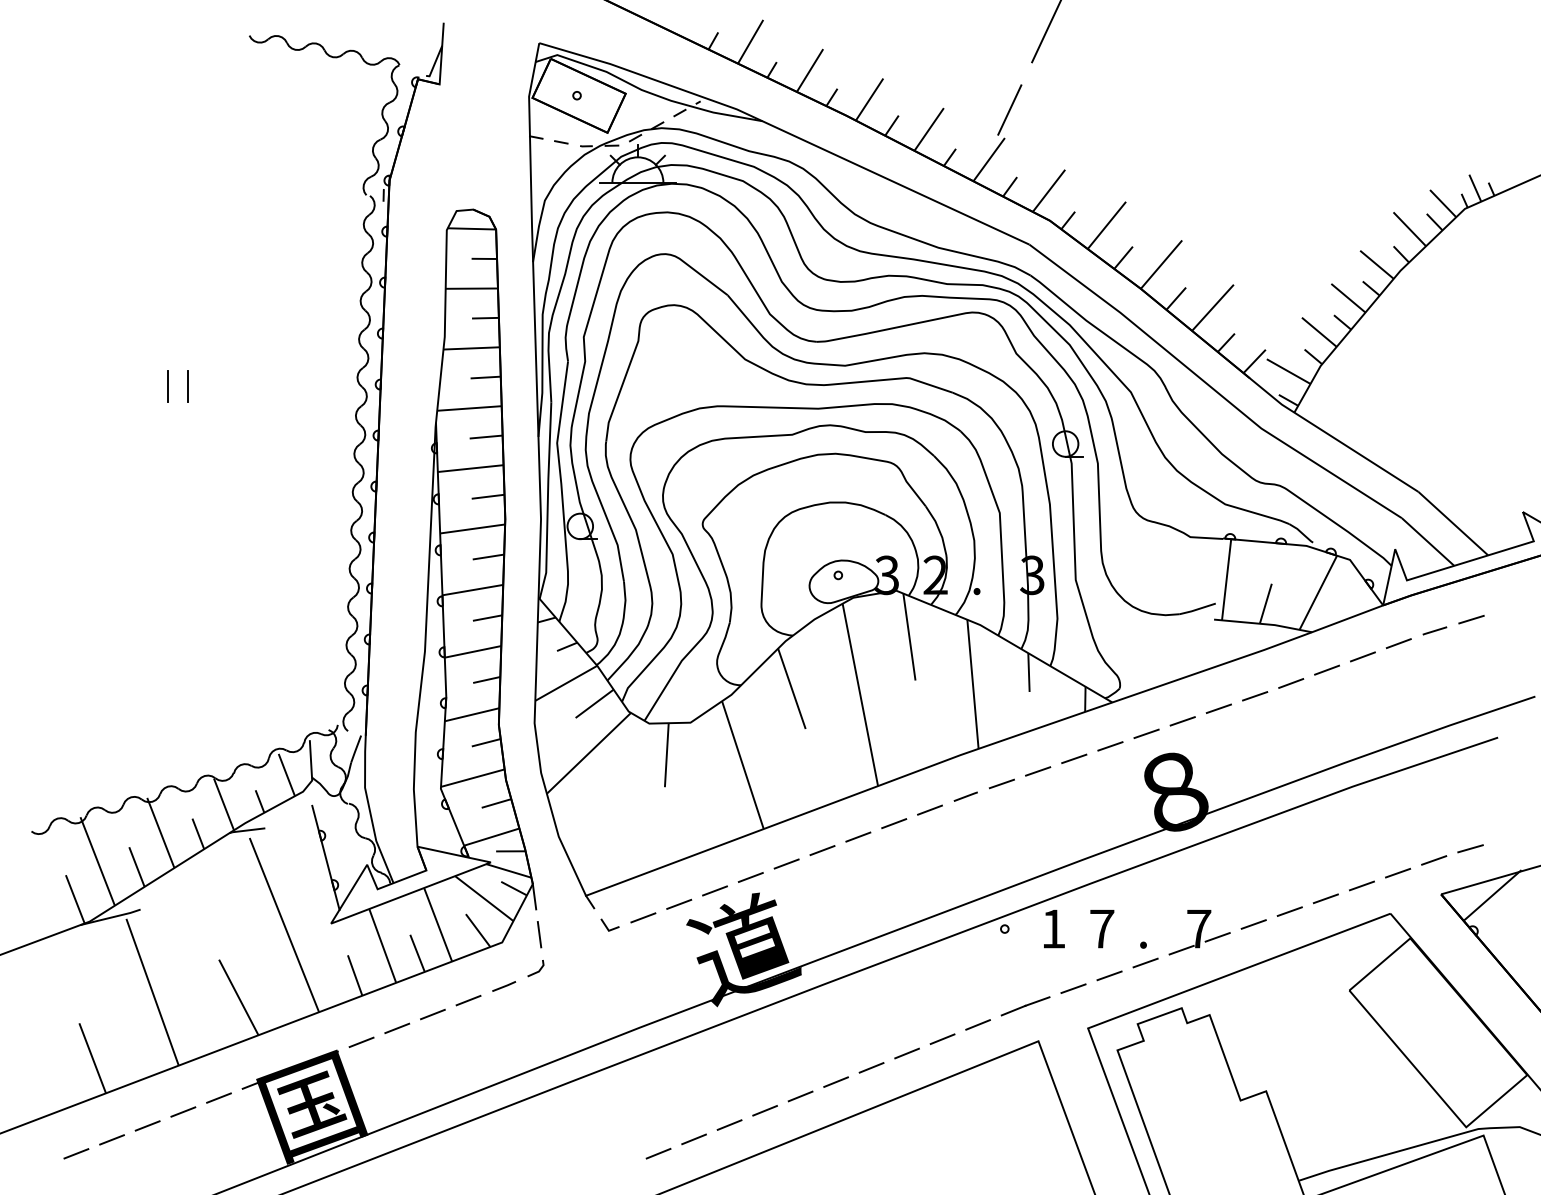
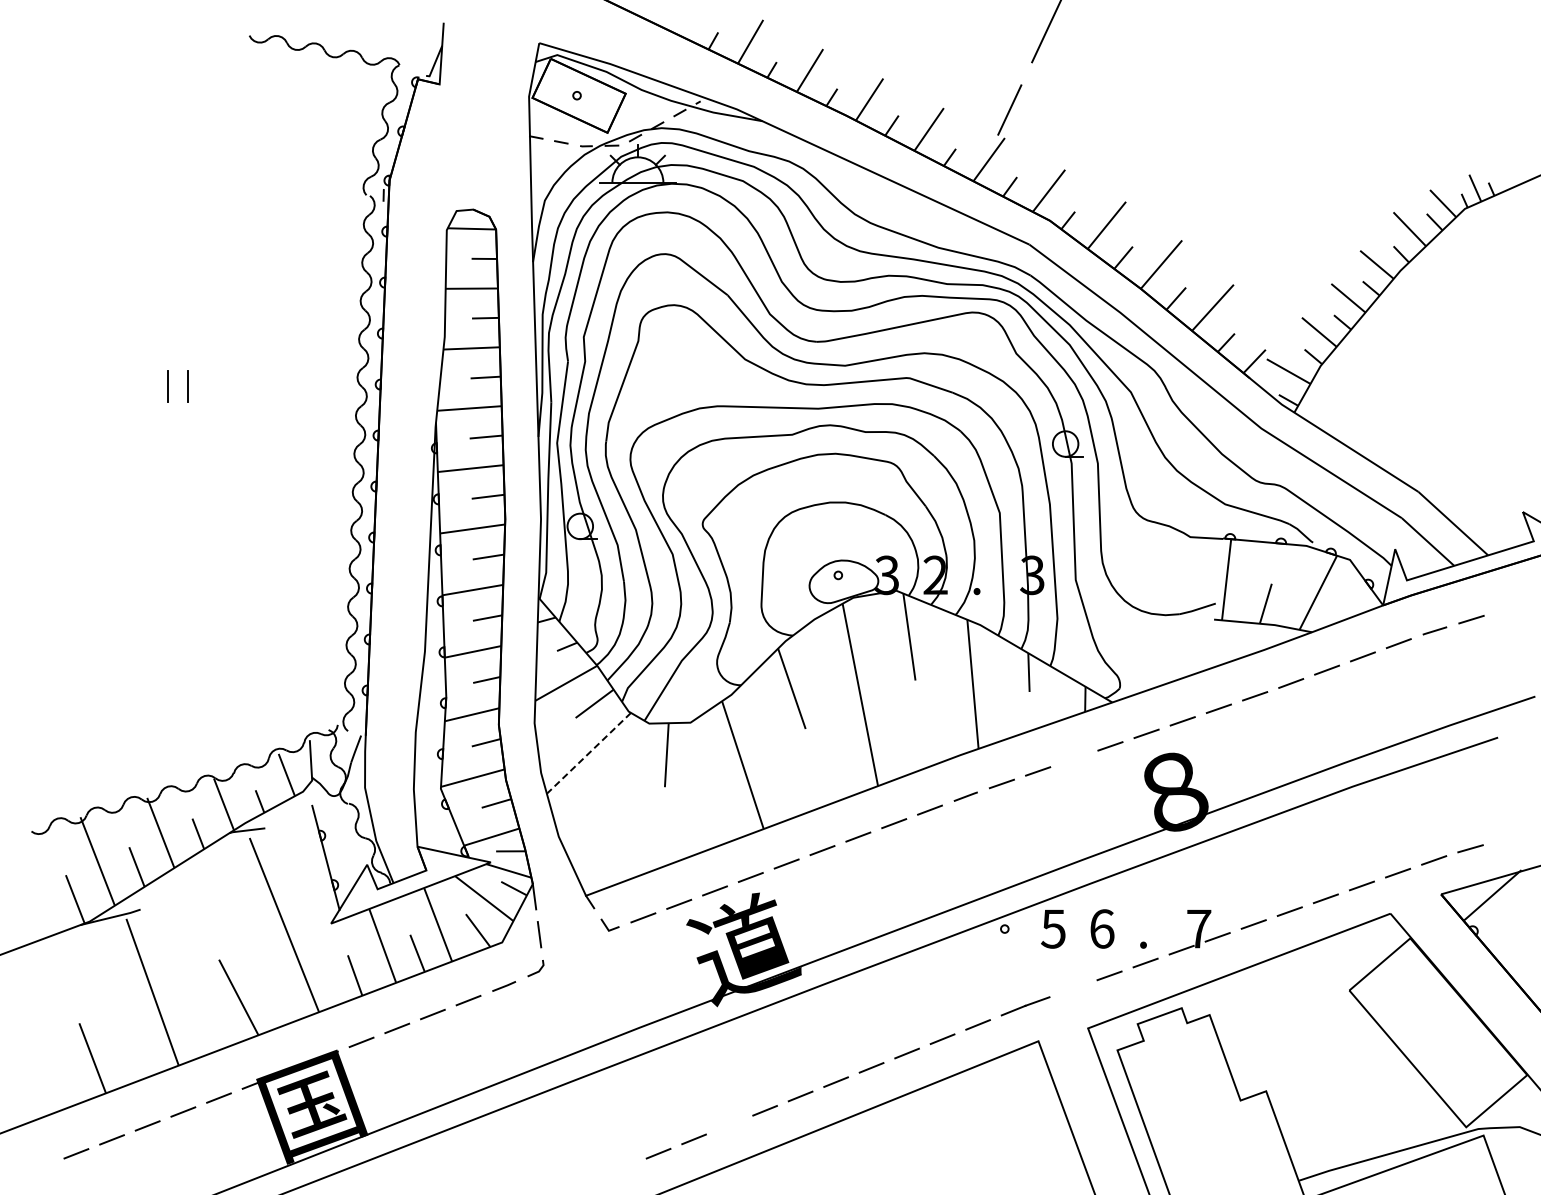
line at (588, 753): solid -> dashed
line at (1074, 758): present -> none
text at (1053, 928): 1 -> 5
text at (1102, 928): 7 -> 6
line at (1073, 988): present -> none
line at (729, 1124): present -> none
